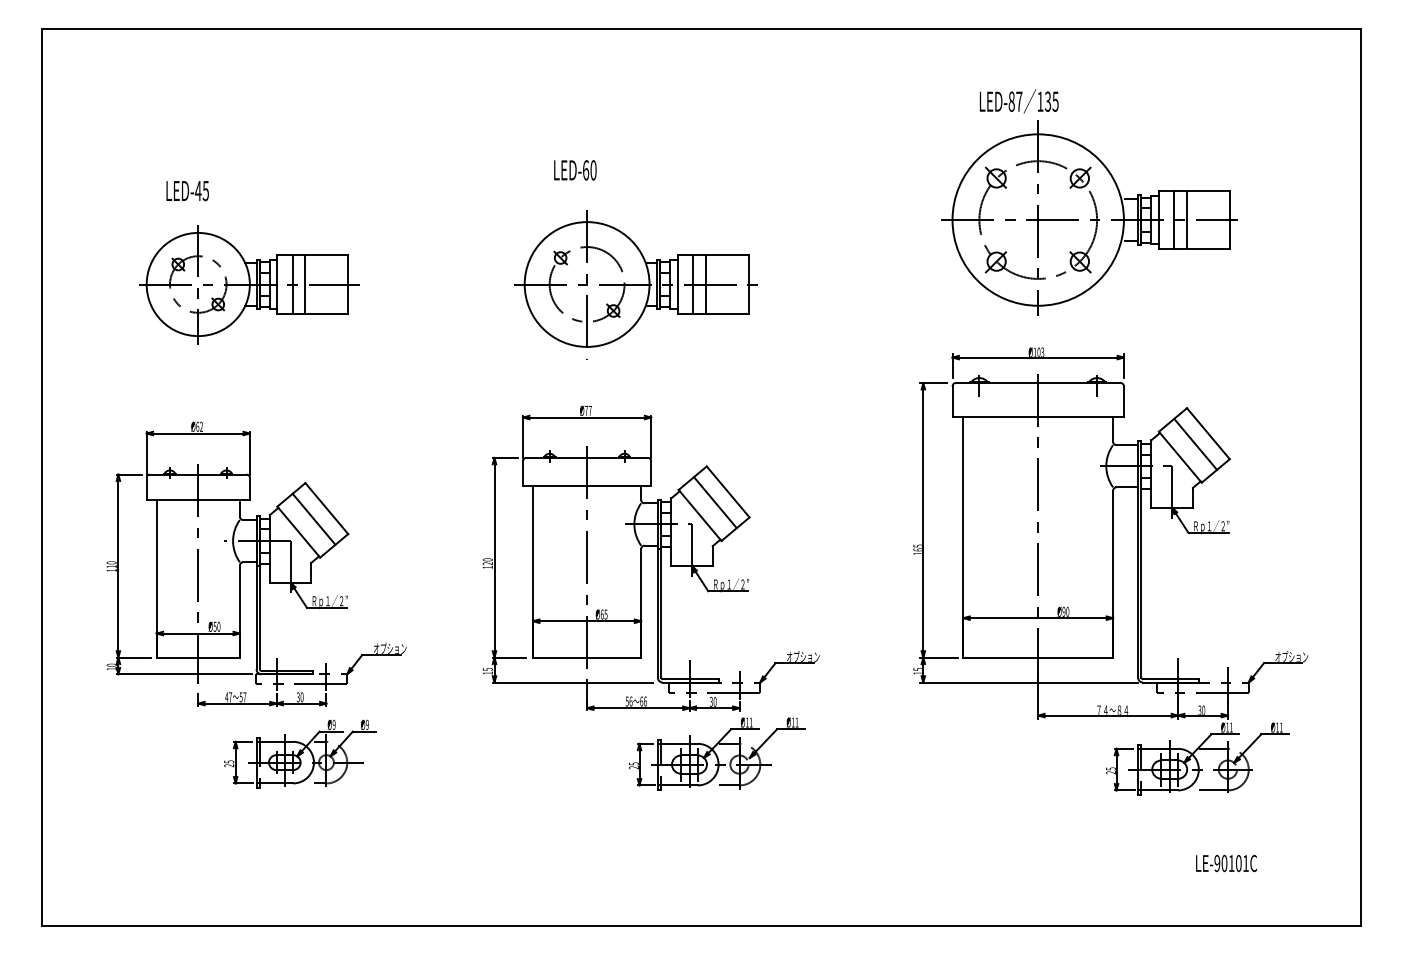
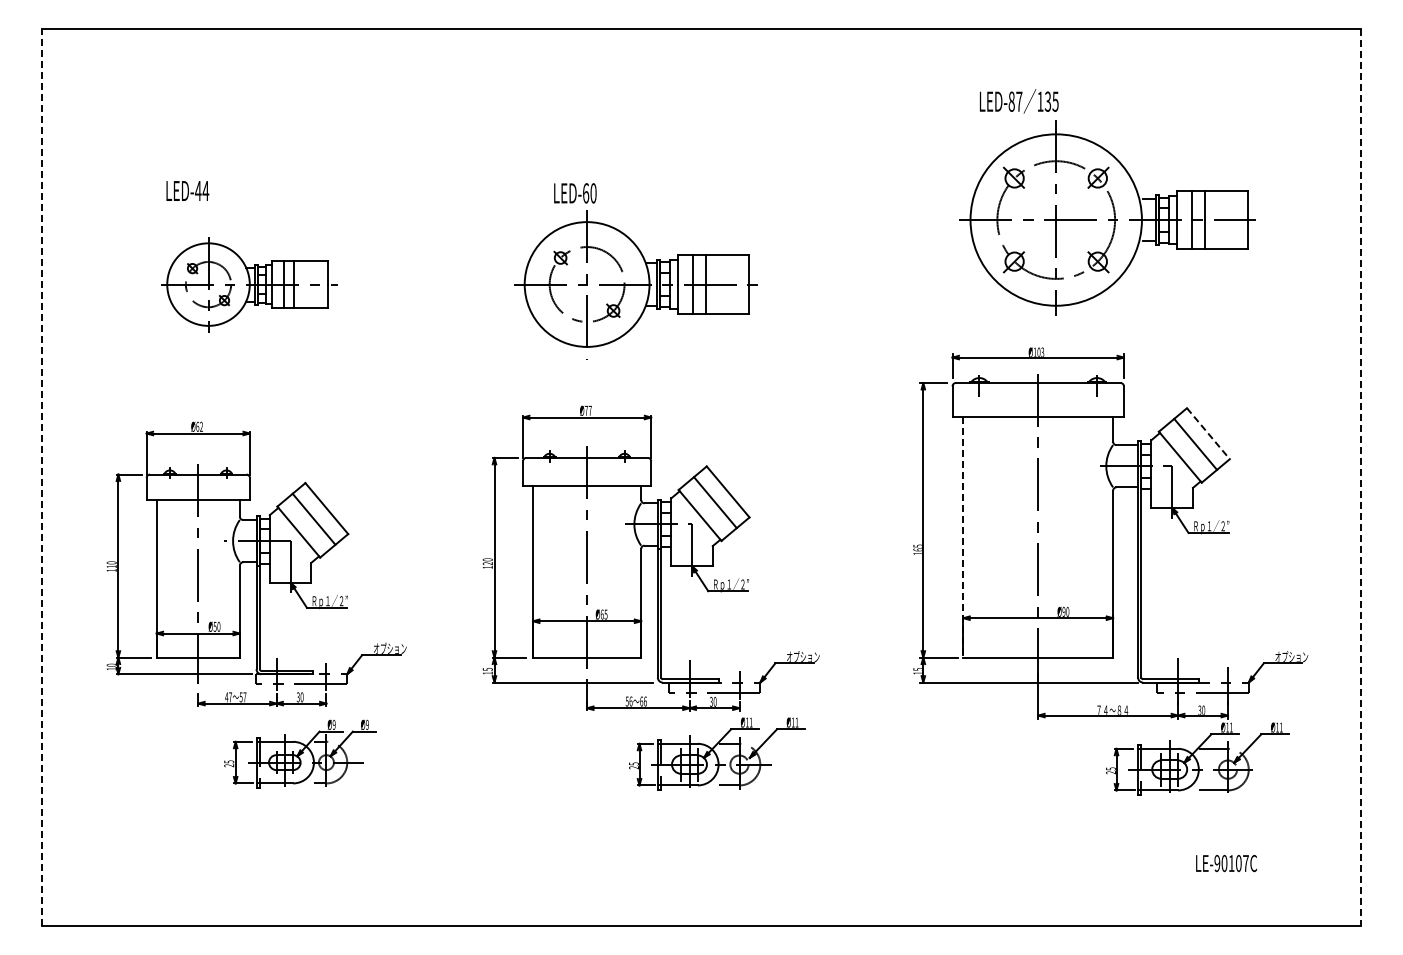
text at (575, 170) position: (575, 170) -> (575, 193)
text at (205, 191): LED-45 -> LED-44
part at (1089, 217) position: (1089, 217) -> (1107, 217)
part at (249, 284) size: 221x120 px -> 177x96 px
line at (1208, 434): solid -> dashed
line at (42, 477): solid -> dashed
line at (1360, 477): solid -> dashed
line at (963, 537): solid -> dashed
text at (1245, 863): LE-90101C -> LE-90107C
